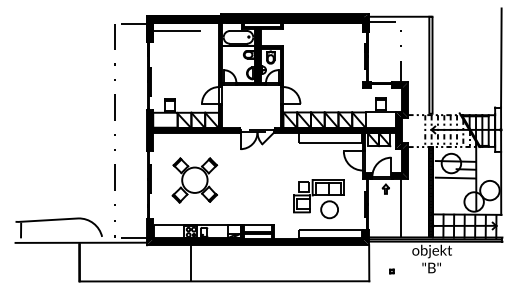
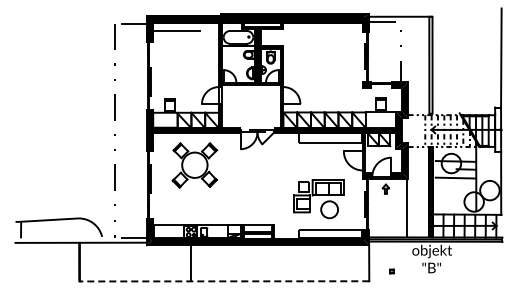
part at (194, 180) position: (194, 180) -> (194, 165)
line at (400, 208) position: (400, 208) -> (406, 208)
line at (224, 281): solid -> dashed
